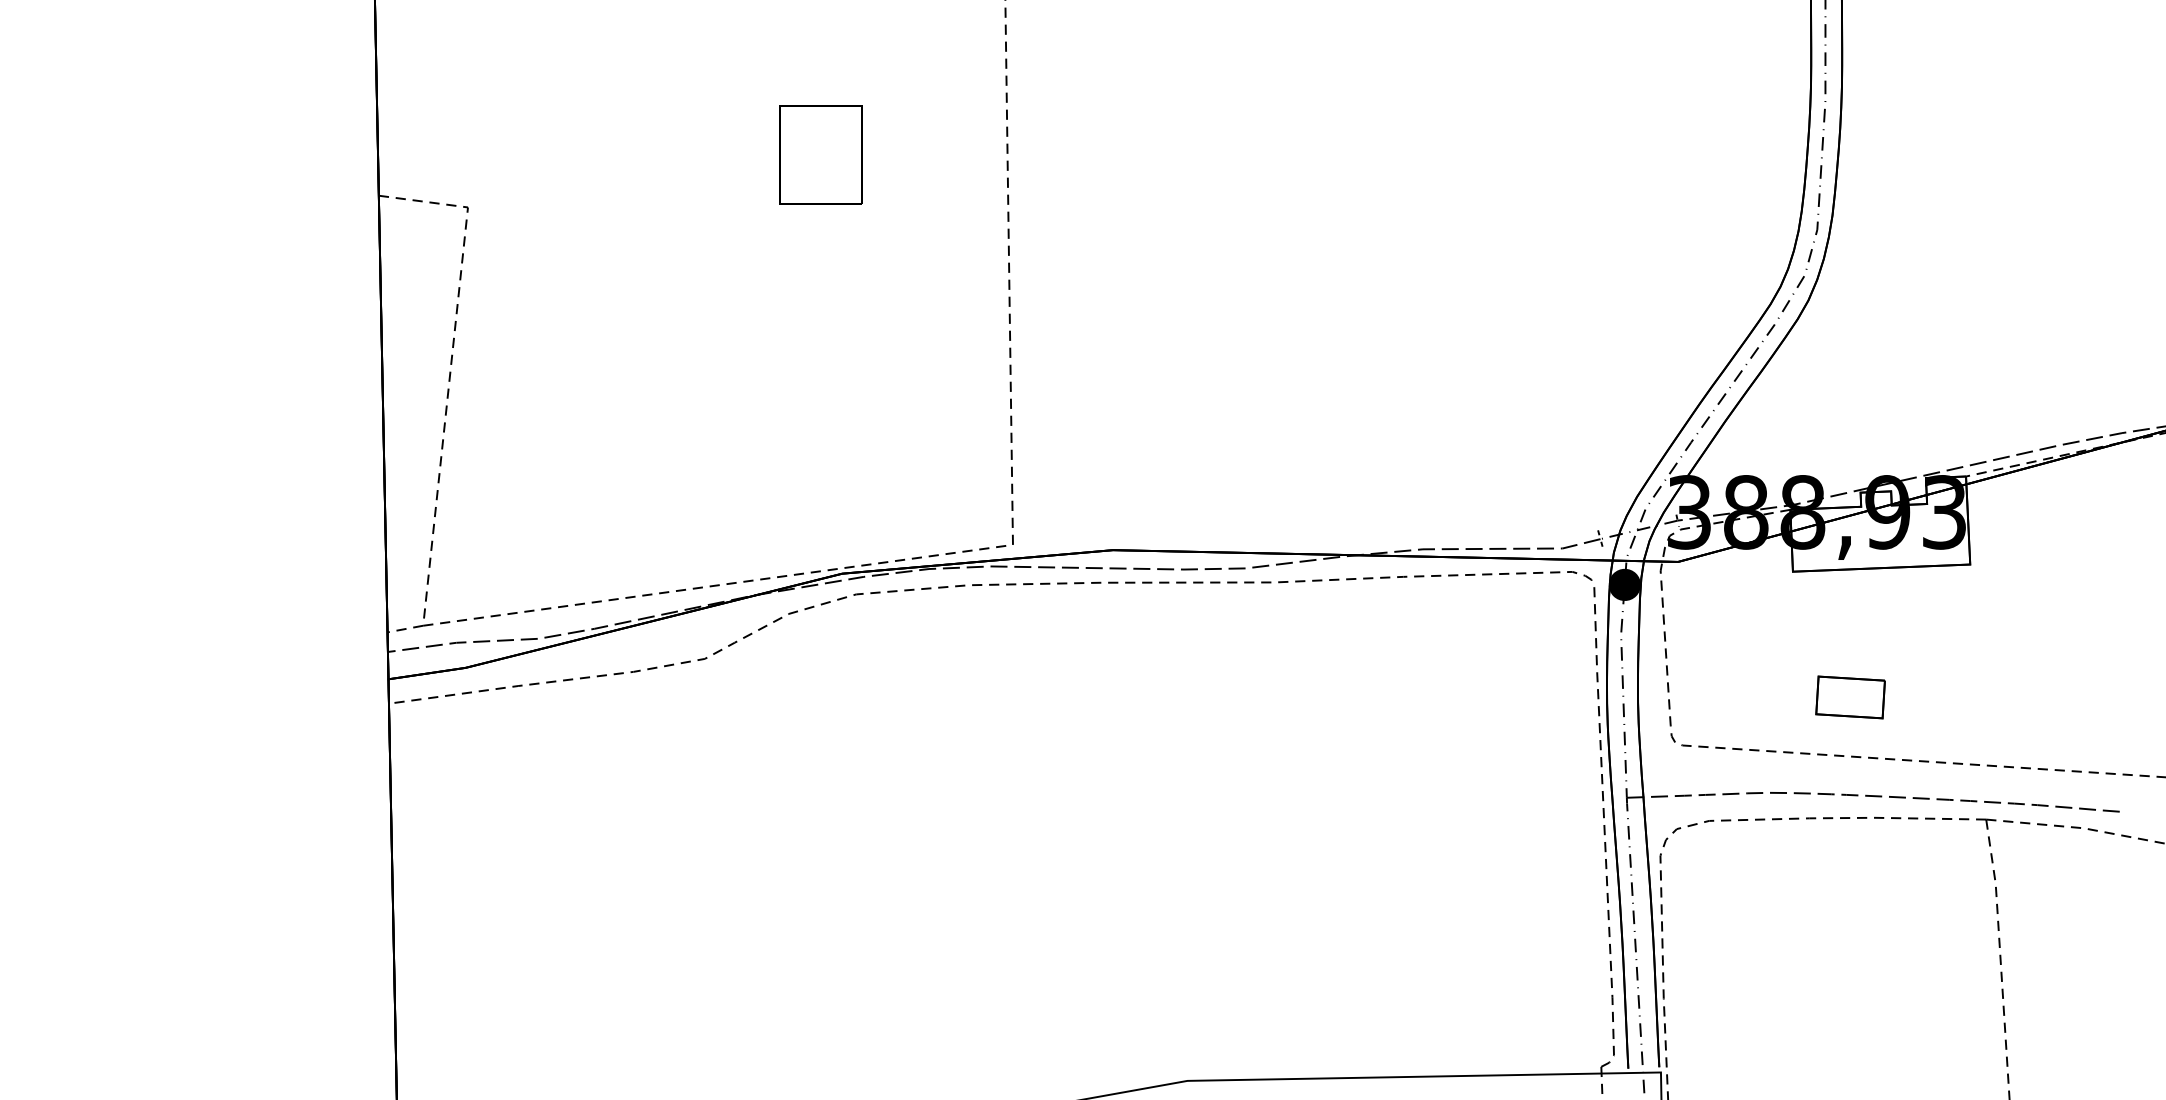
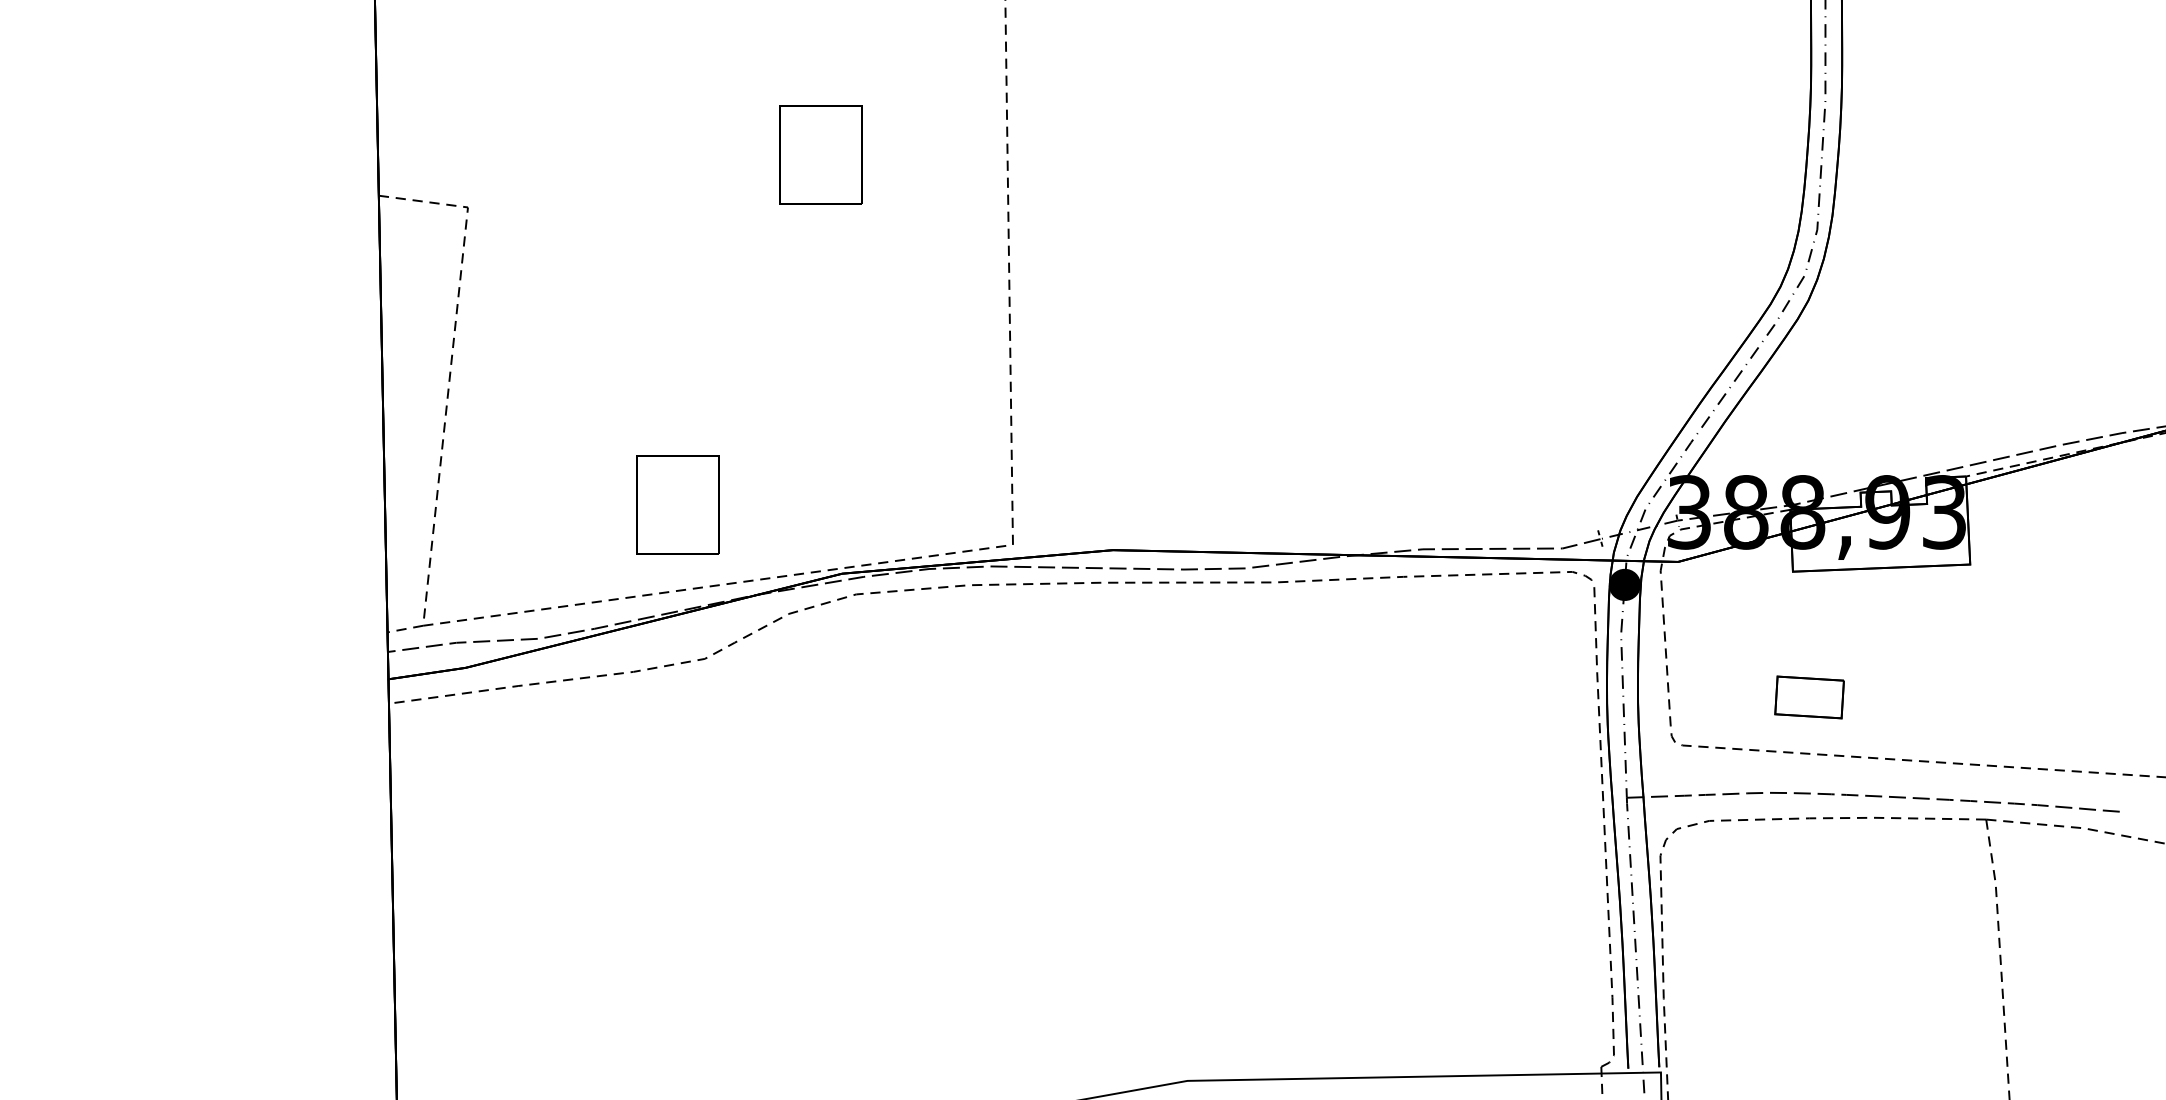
part at (677, 504): none -> present
part at (1850, 697) position: (1850, 697) -> (1809, 697)
